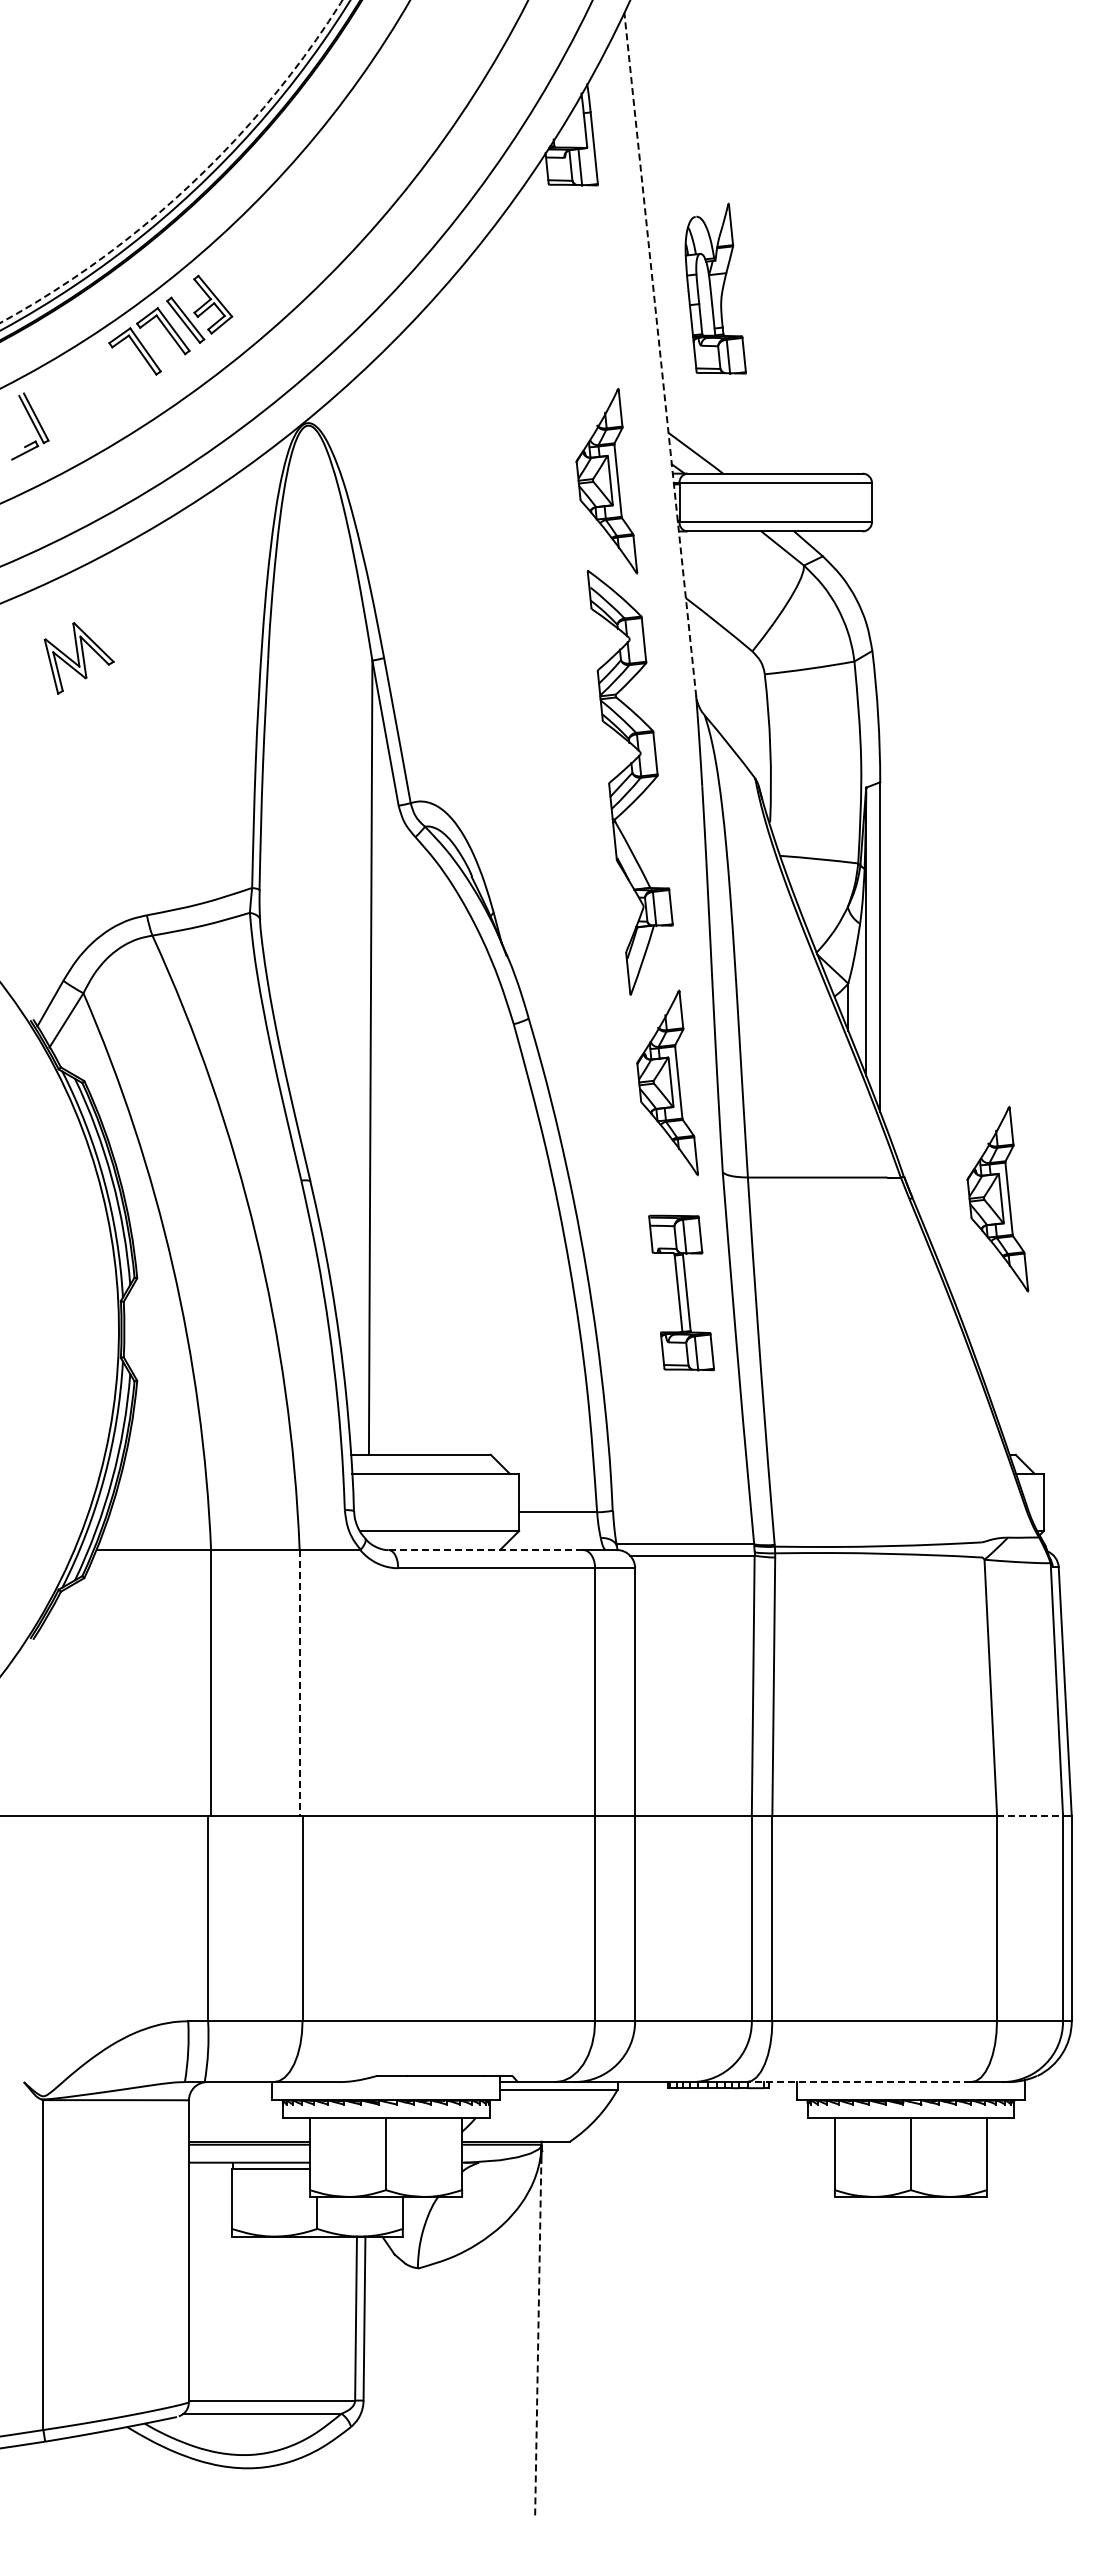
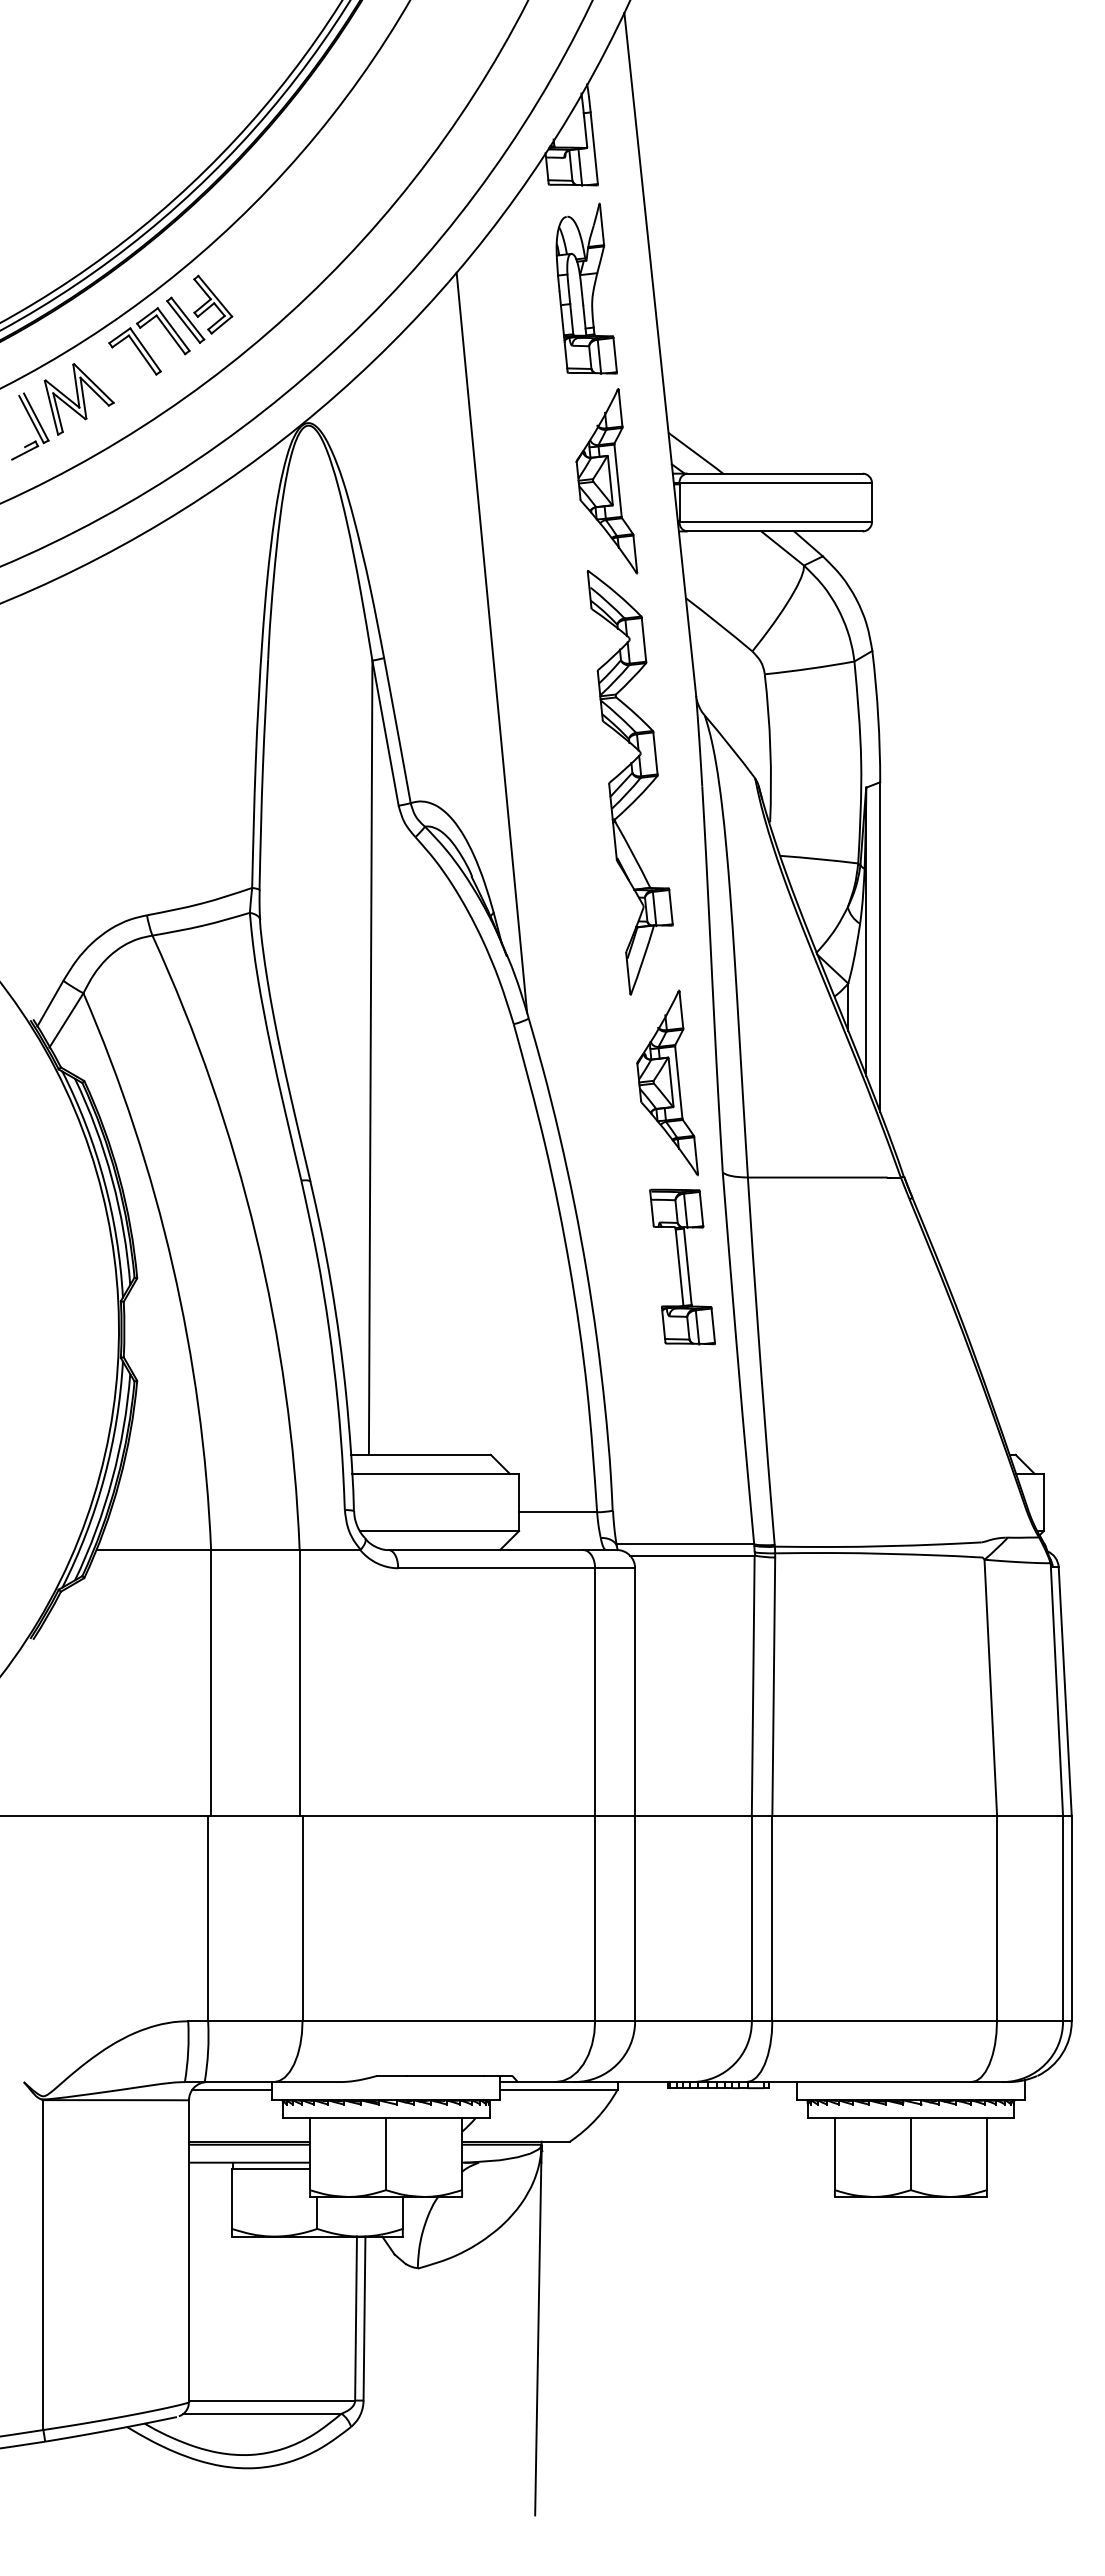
arc at (192, 182): dashed -> solid
part at (715, 288) position: (715, 288) -> (586, 288)
line at (660, 354): dashed -> solid
line at (491, 642): none -> present
part at (78, 658) position: (78, 658) -> (78, 399)
part at (997, 1199): present -> none
part at (681, 1292) position: (681, 1292) -> (682, 1266)
line at (486, 1550): dashed -> solid
line at (299, 1683): dashed -> solid
line at (1030, 1816): dashed -> solid
line at (858, 2082): dashed -> solid
line at (232, 2089): none -> present
line at (538, 2338): dashed -> solid
